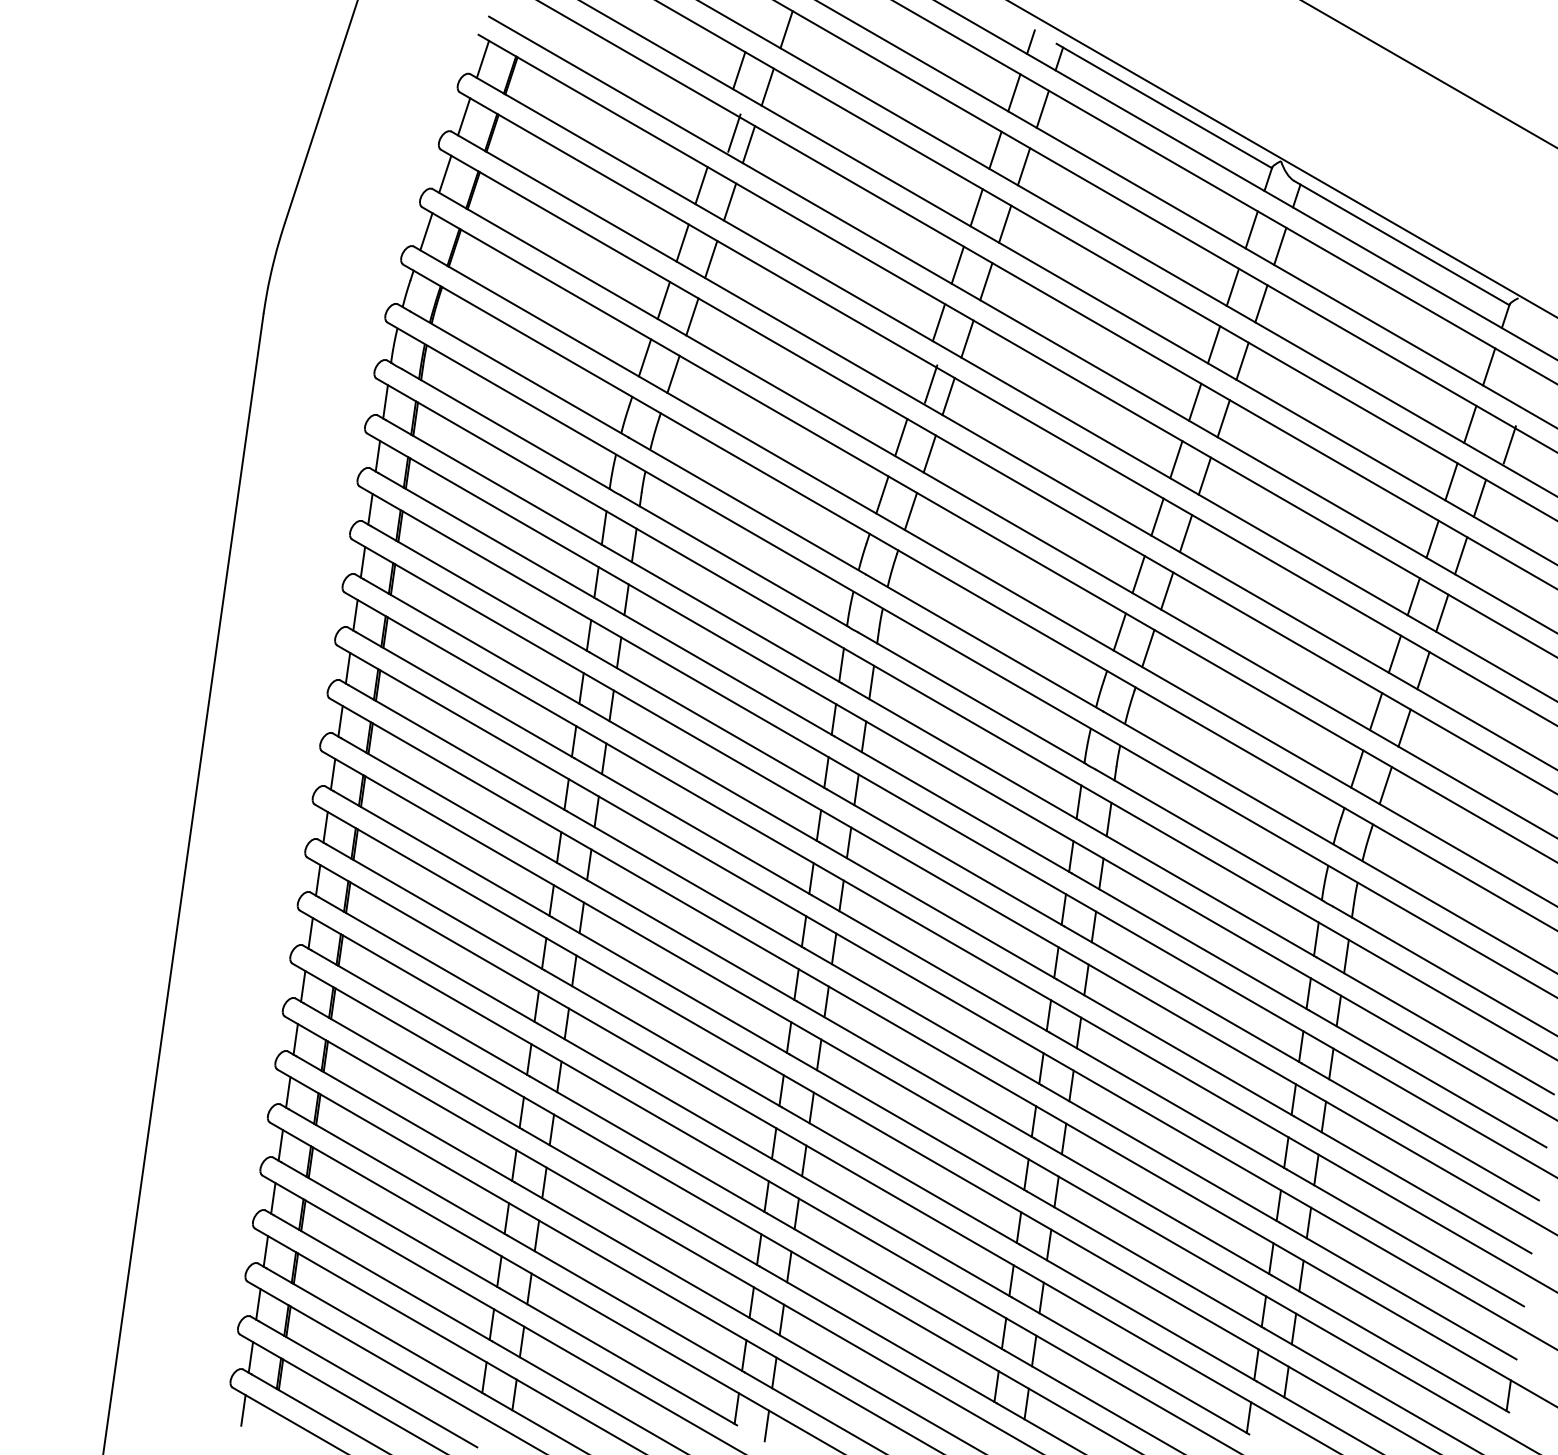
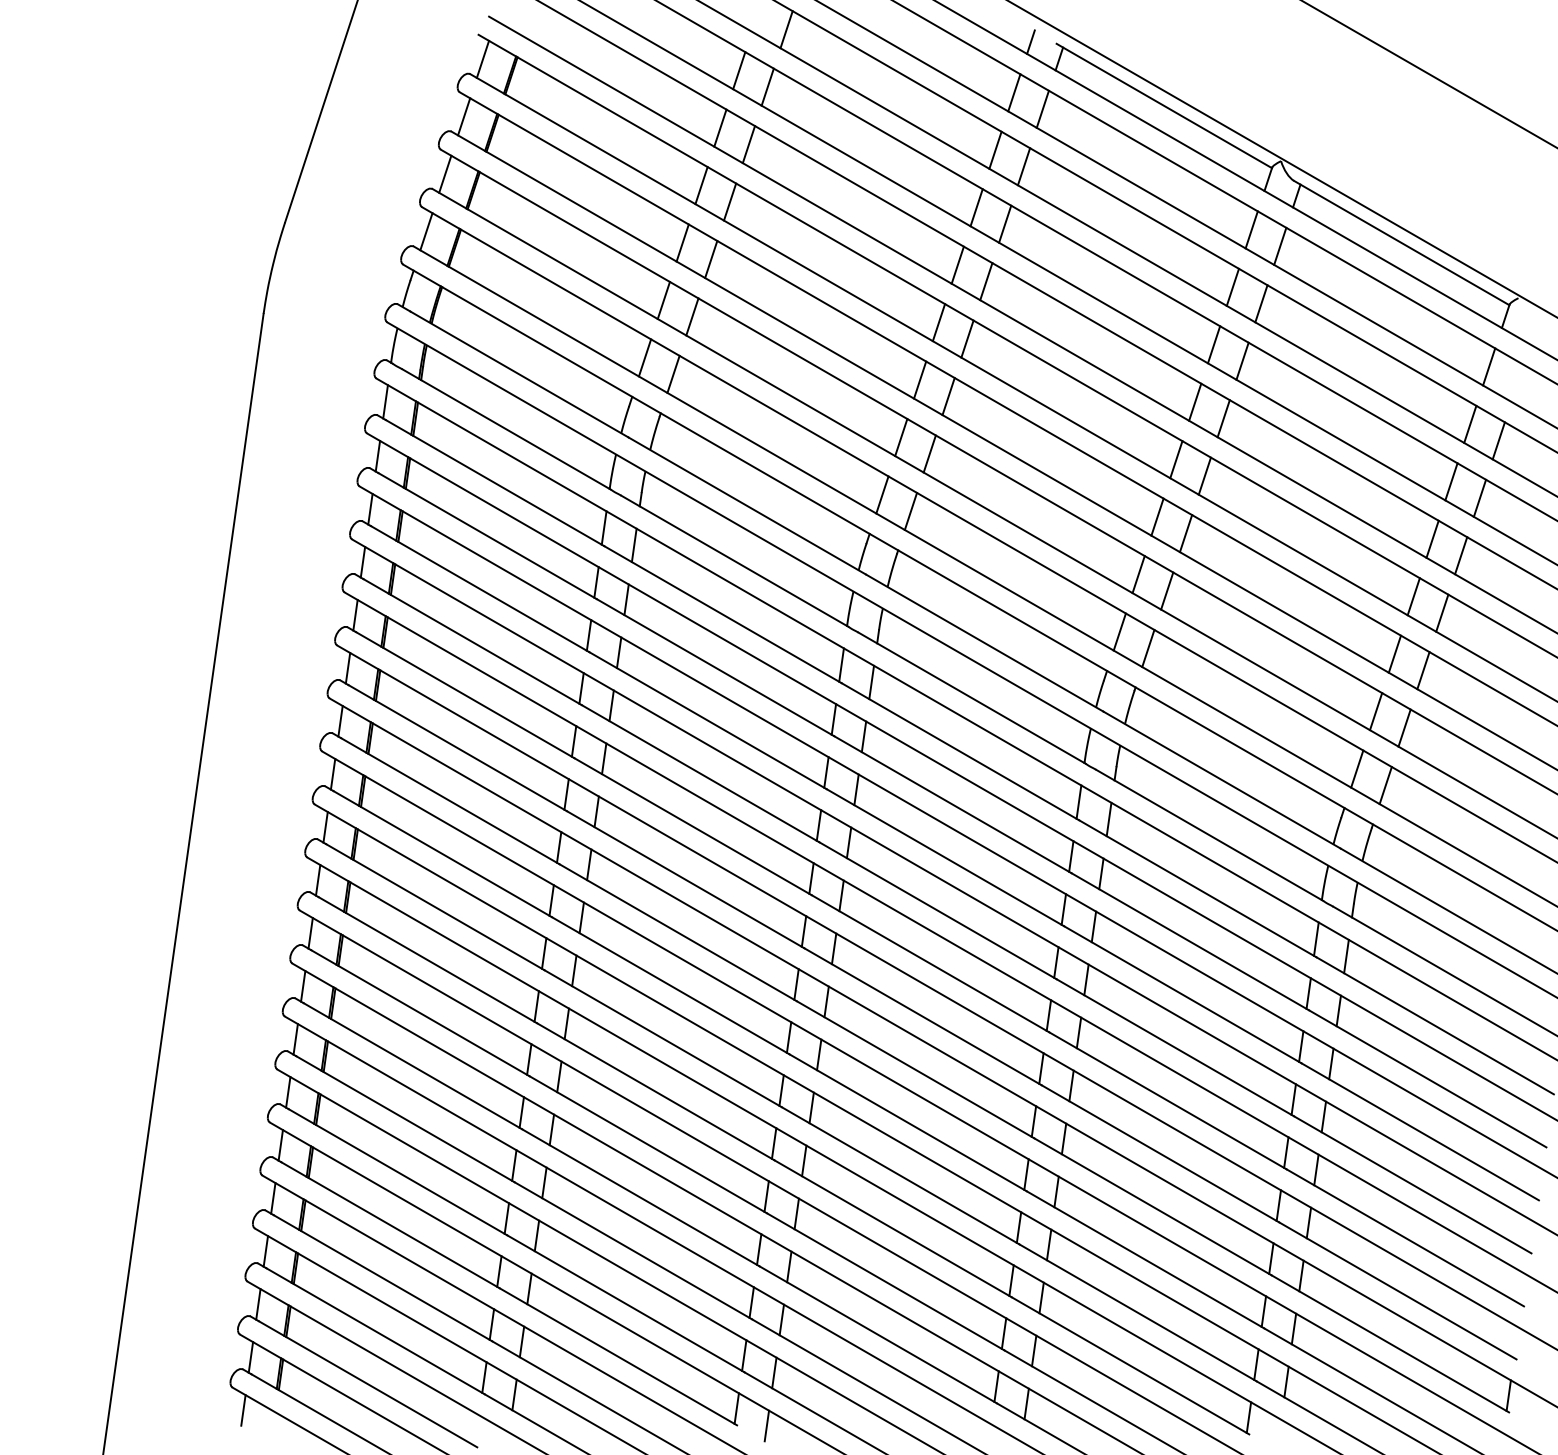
line at (734, 132) position: (734, 132) -> (720, 127)
line at (931, 383) position: (931, 383) -> (920, 379)
line at (1509, 444) position: (1509, 444) -> (1498, 440)
